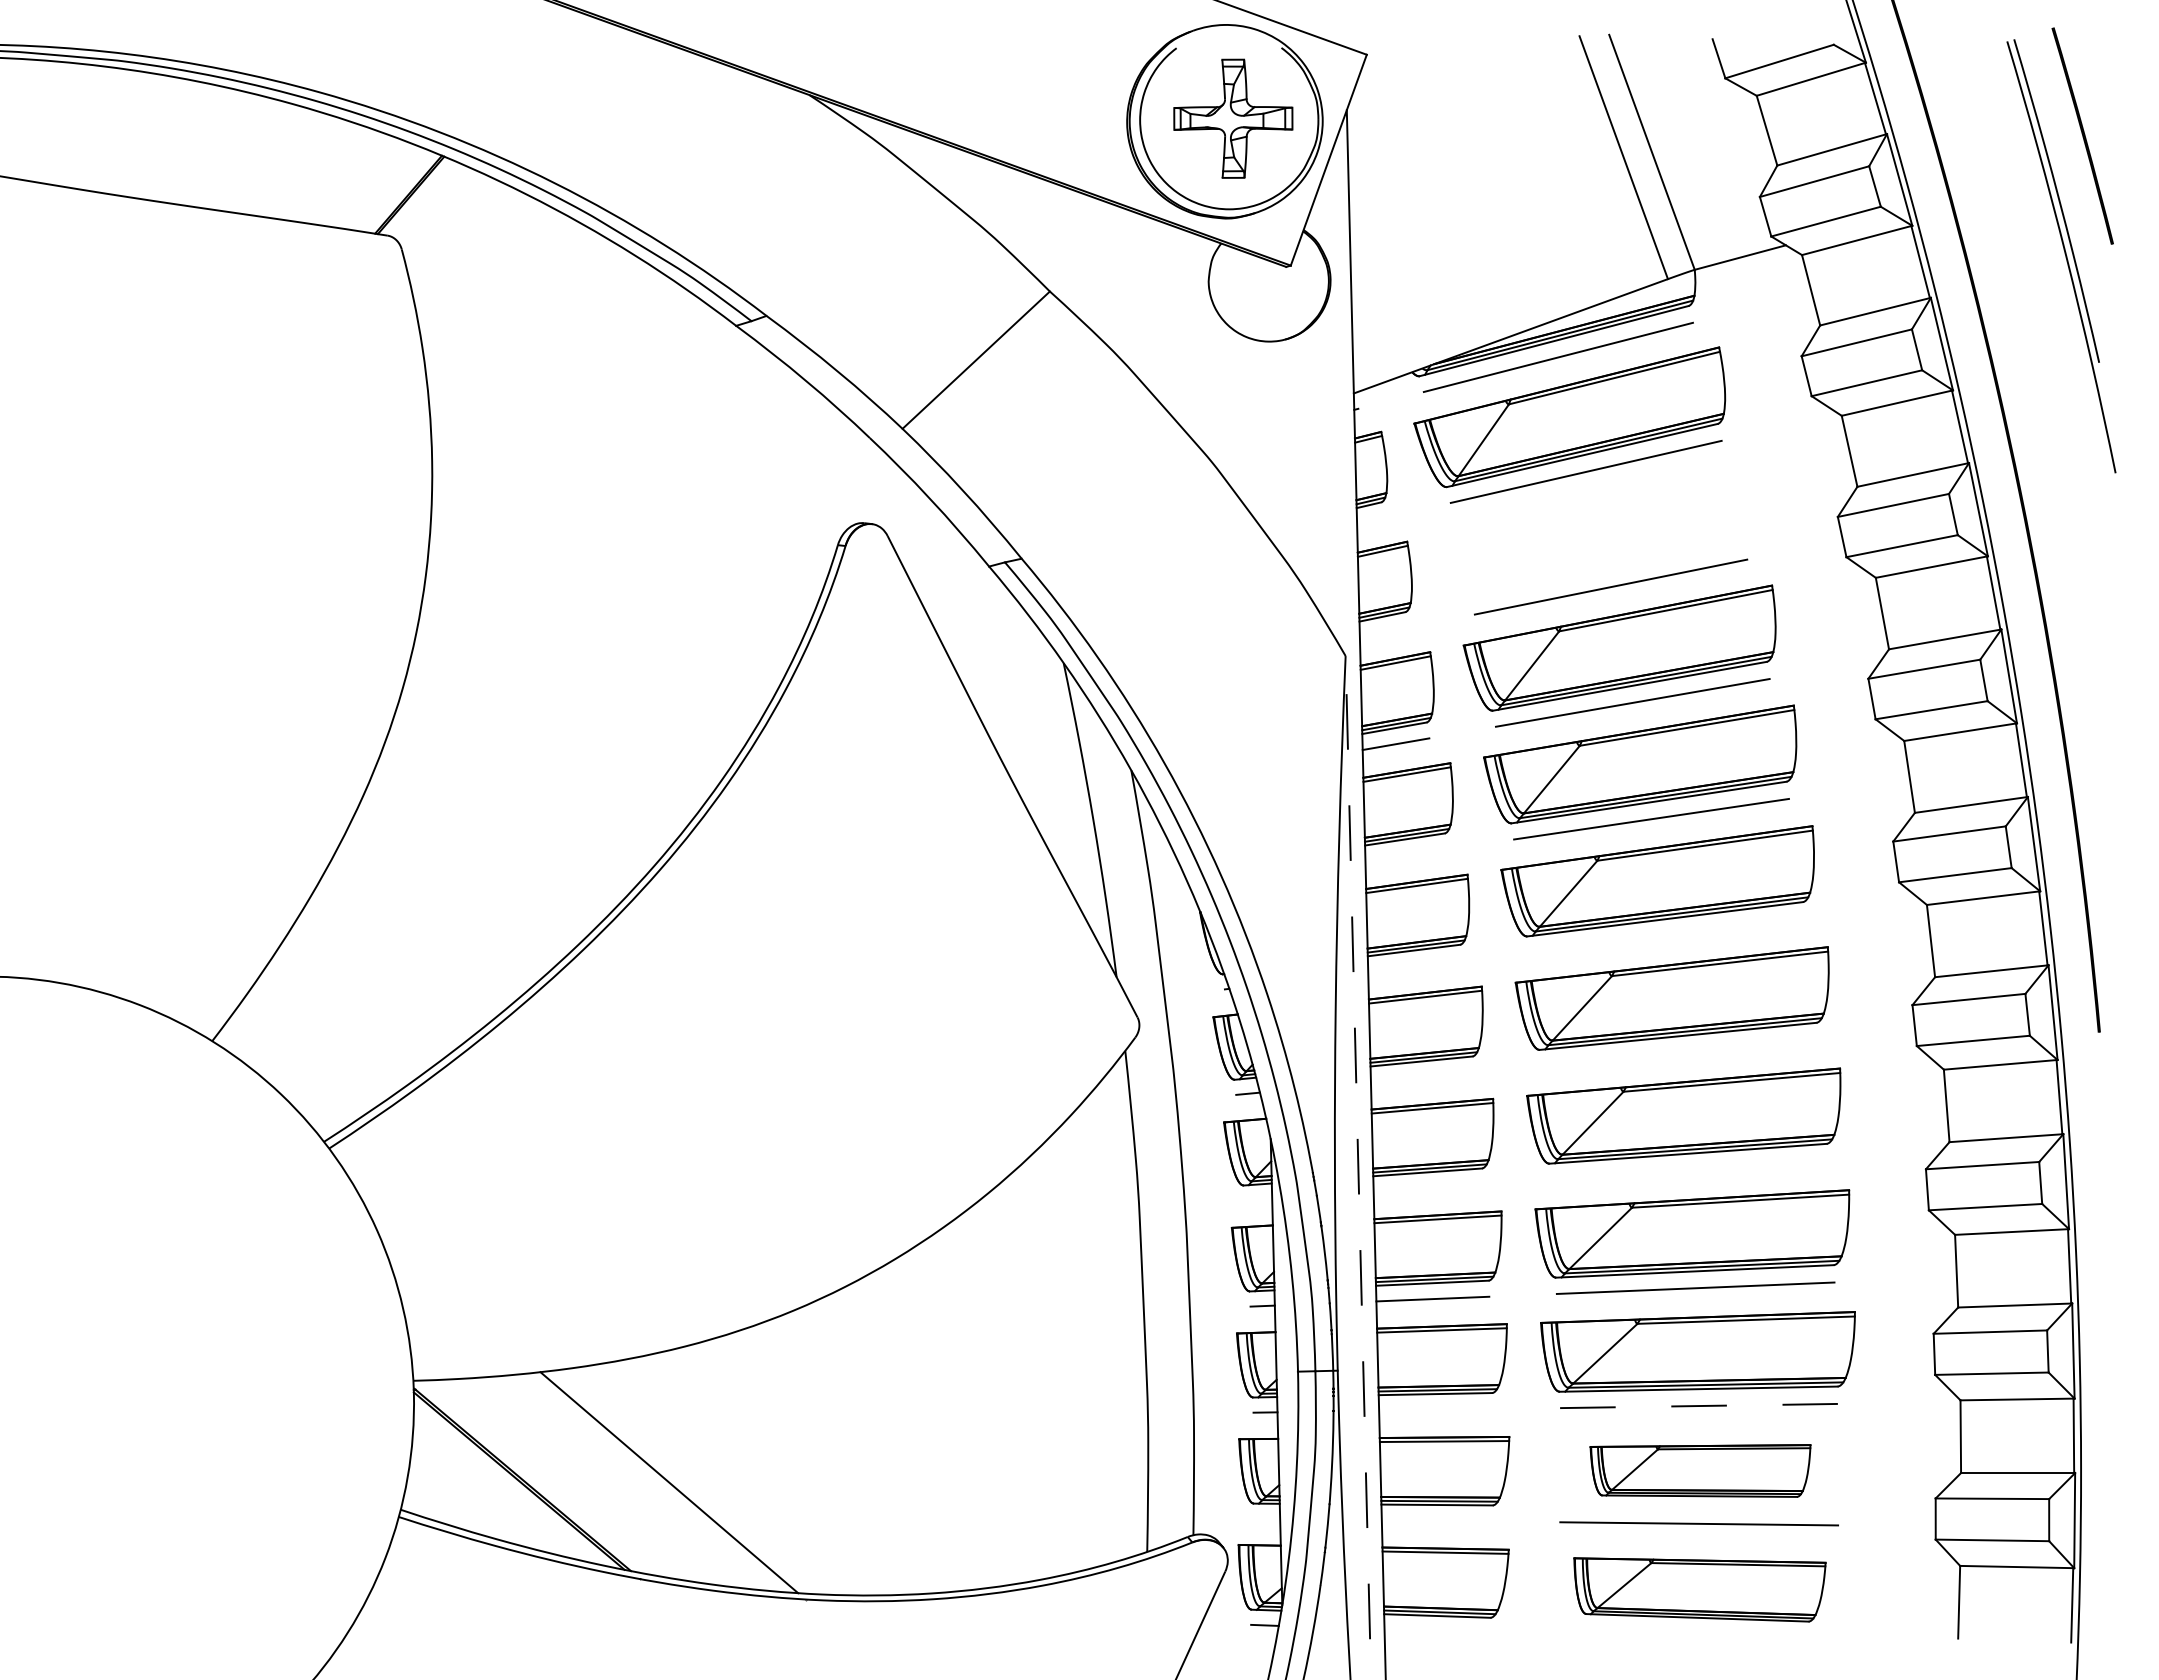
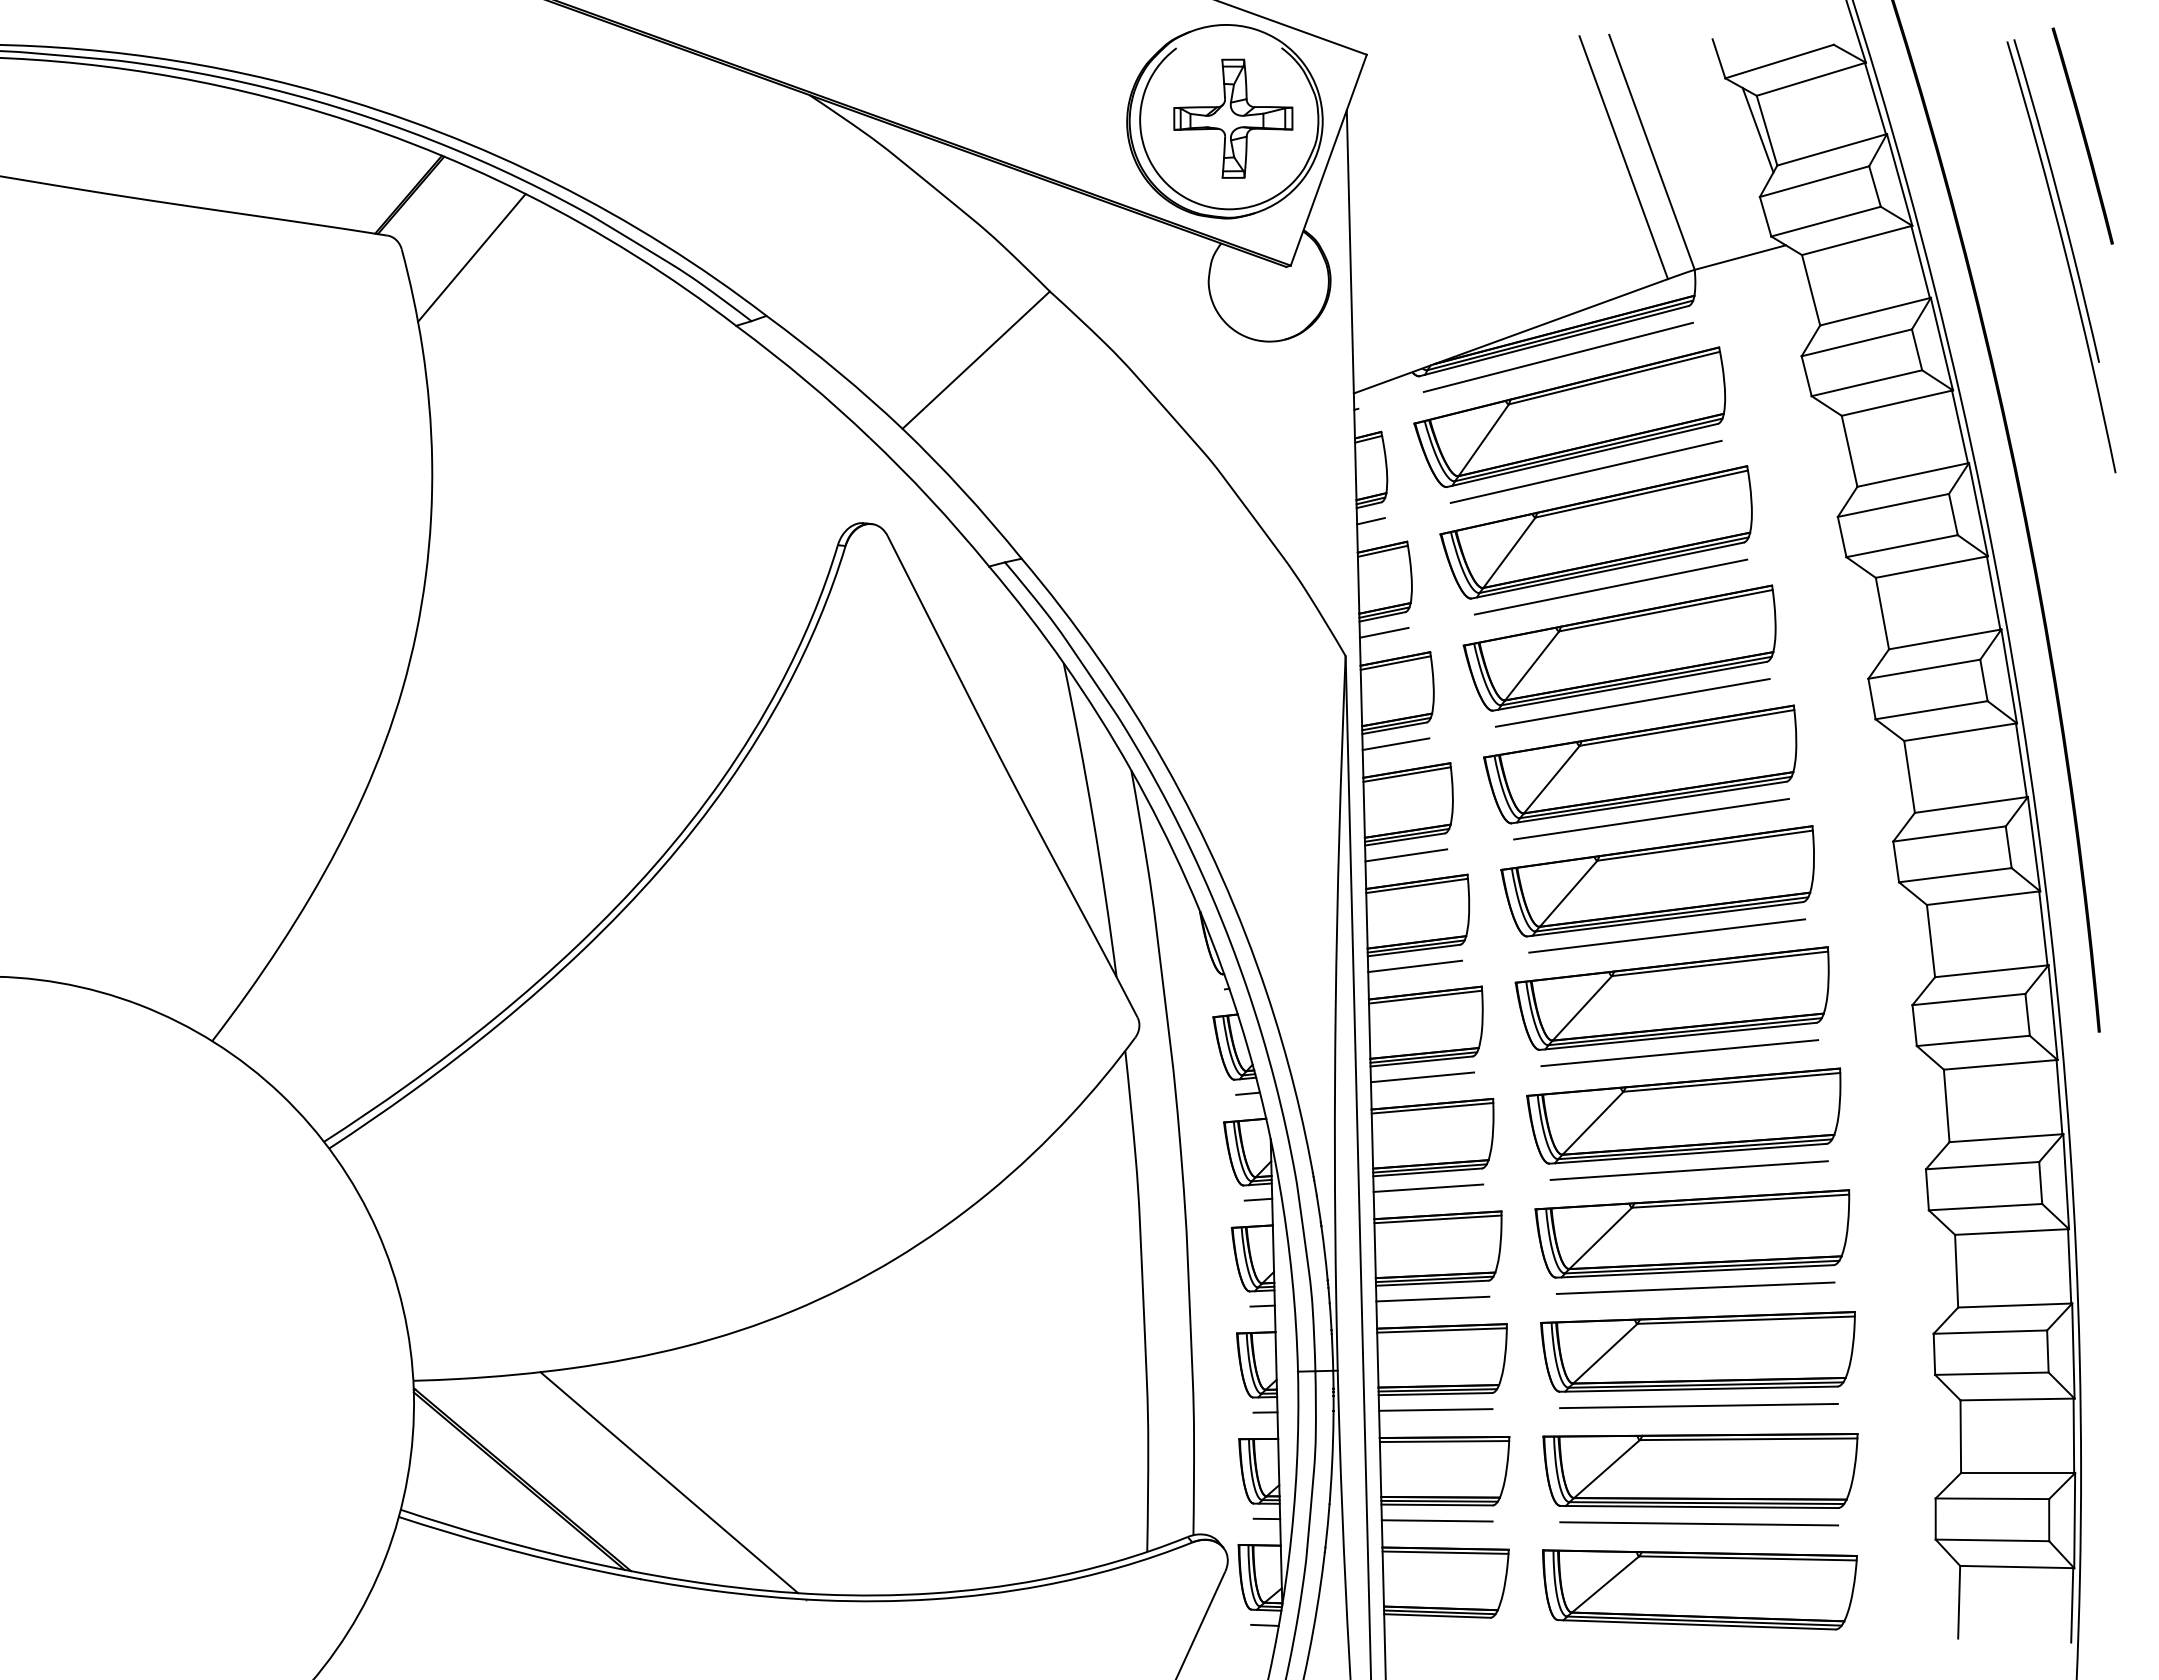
line at (1757, 129): none -> present
line at (471, 257): none -> present
line at (1370, 521): none -> present
part at (1595, 532): none -> present
line at (1383, 632): none -> present
line at (1406, 855): none -> present
line at (1667, 935): none -> present
line at (1415, 966): none -> present
line at (1679, 1053): none -> present
line at (1422, 1077): none -> present
line at (1358, 1167): dashed -> solid
line at (1688, 1170): none -> present
line at (1428, 1187): none -> present
line at (1258, 1199): none -> present
line at (1698, 1406): dashed -> solid
line at (1435, 1409): none -> present
part at (1700, 1470) size: 223x54 px -> 317x76 px
line at (1266, 1518): none -> present
line at (1436, 1520): none -> present
part at (1699, 1589) size: 254x66 px -> 316x82 px
